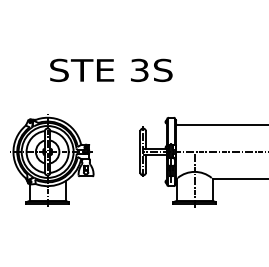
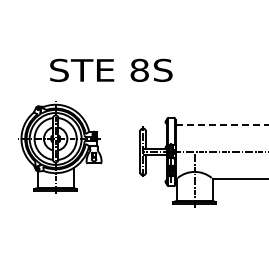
text at (139, 69): 3S -> 8S
line at (222, 125): solid -> dashed
part at (52, 160) position: (52, 160) -> (60, 147)
